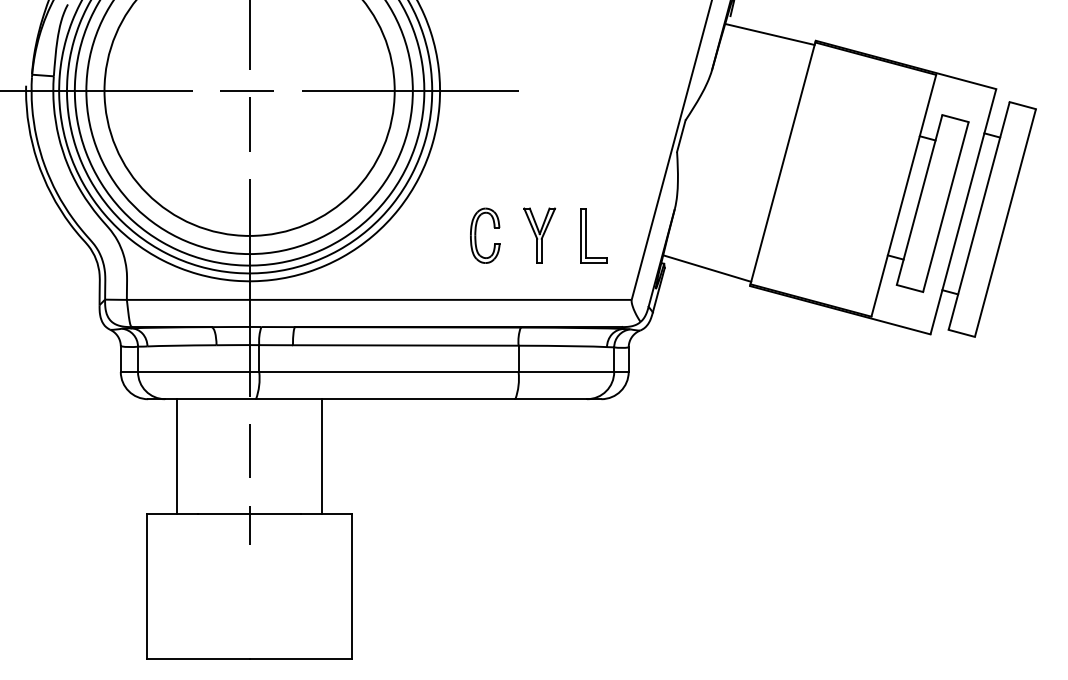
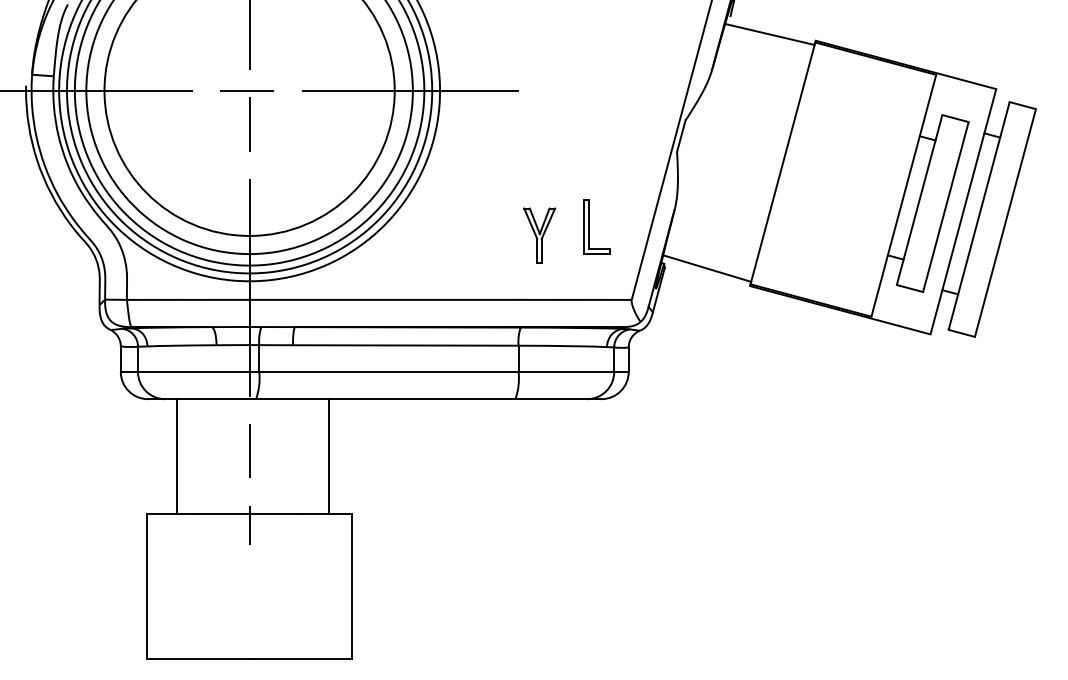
part at (476, 235): present -> none
part at (586, 235) position: (586, 235) -> (589, 226)
line at (322, 456) position: (322, 456) -> (329, 456)
